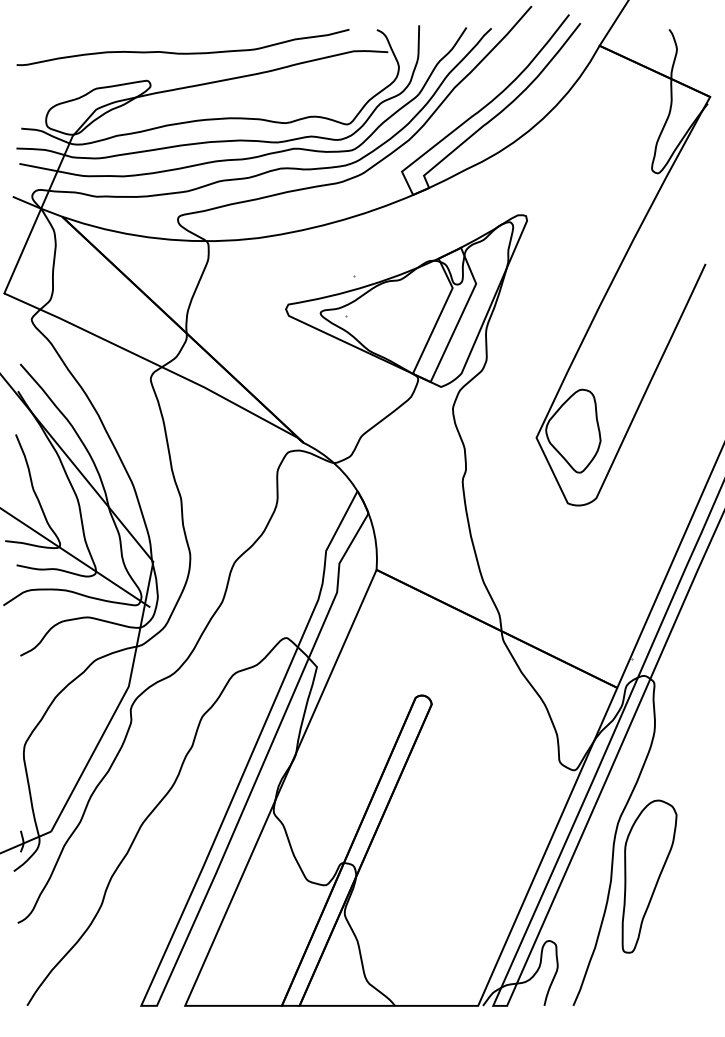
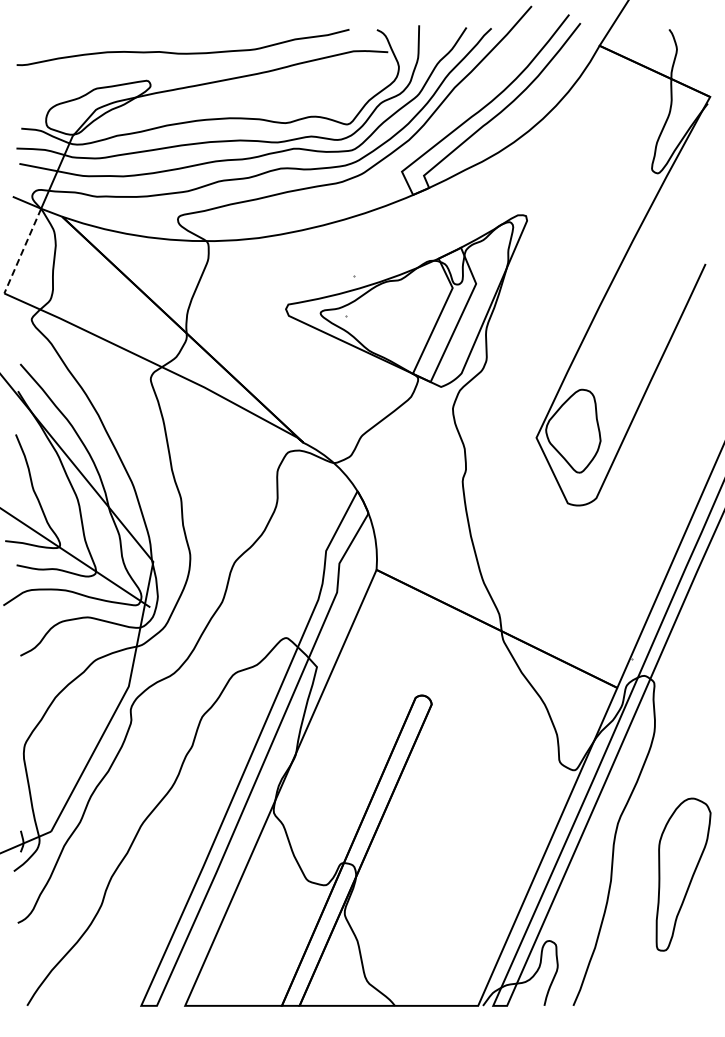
line at (22, 251): solid -> dashed
part at (649, 876) position: (649, 876) -> (683, 874)
